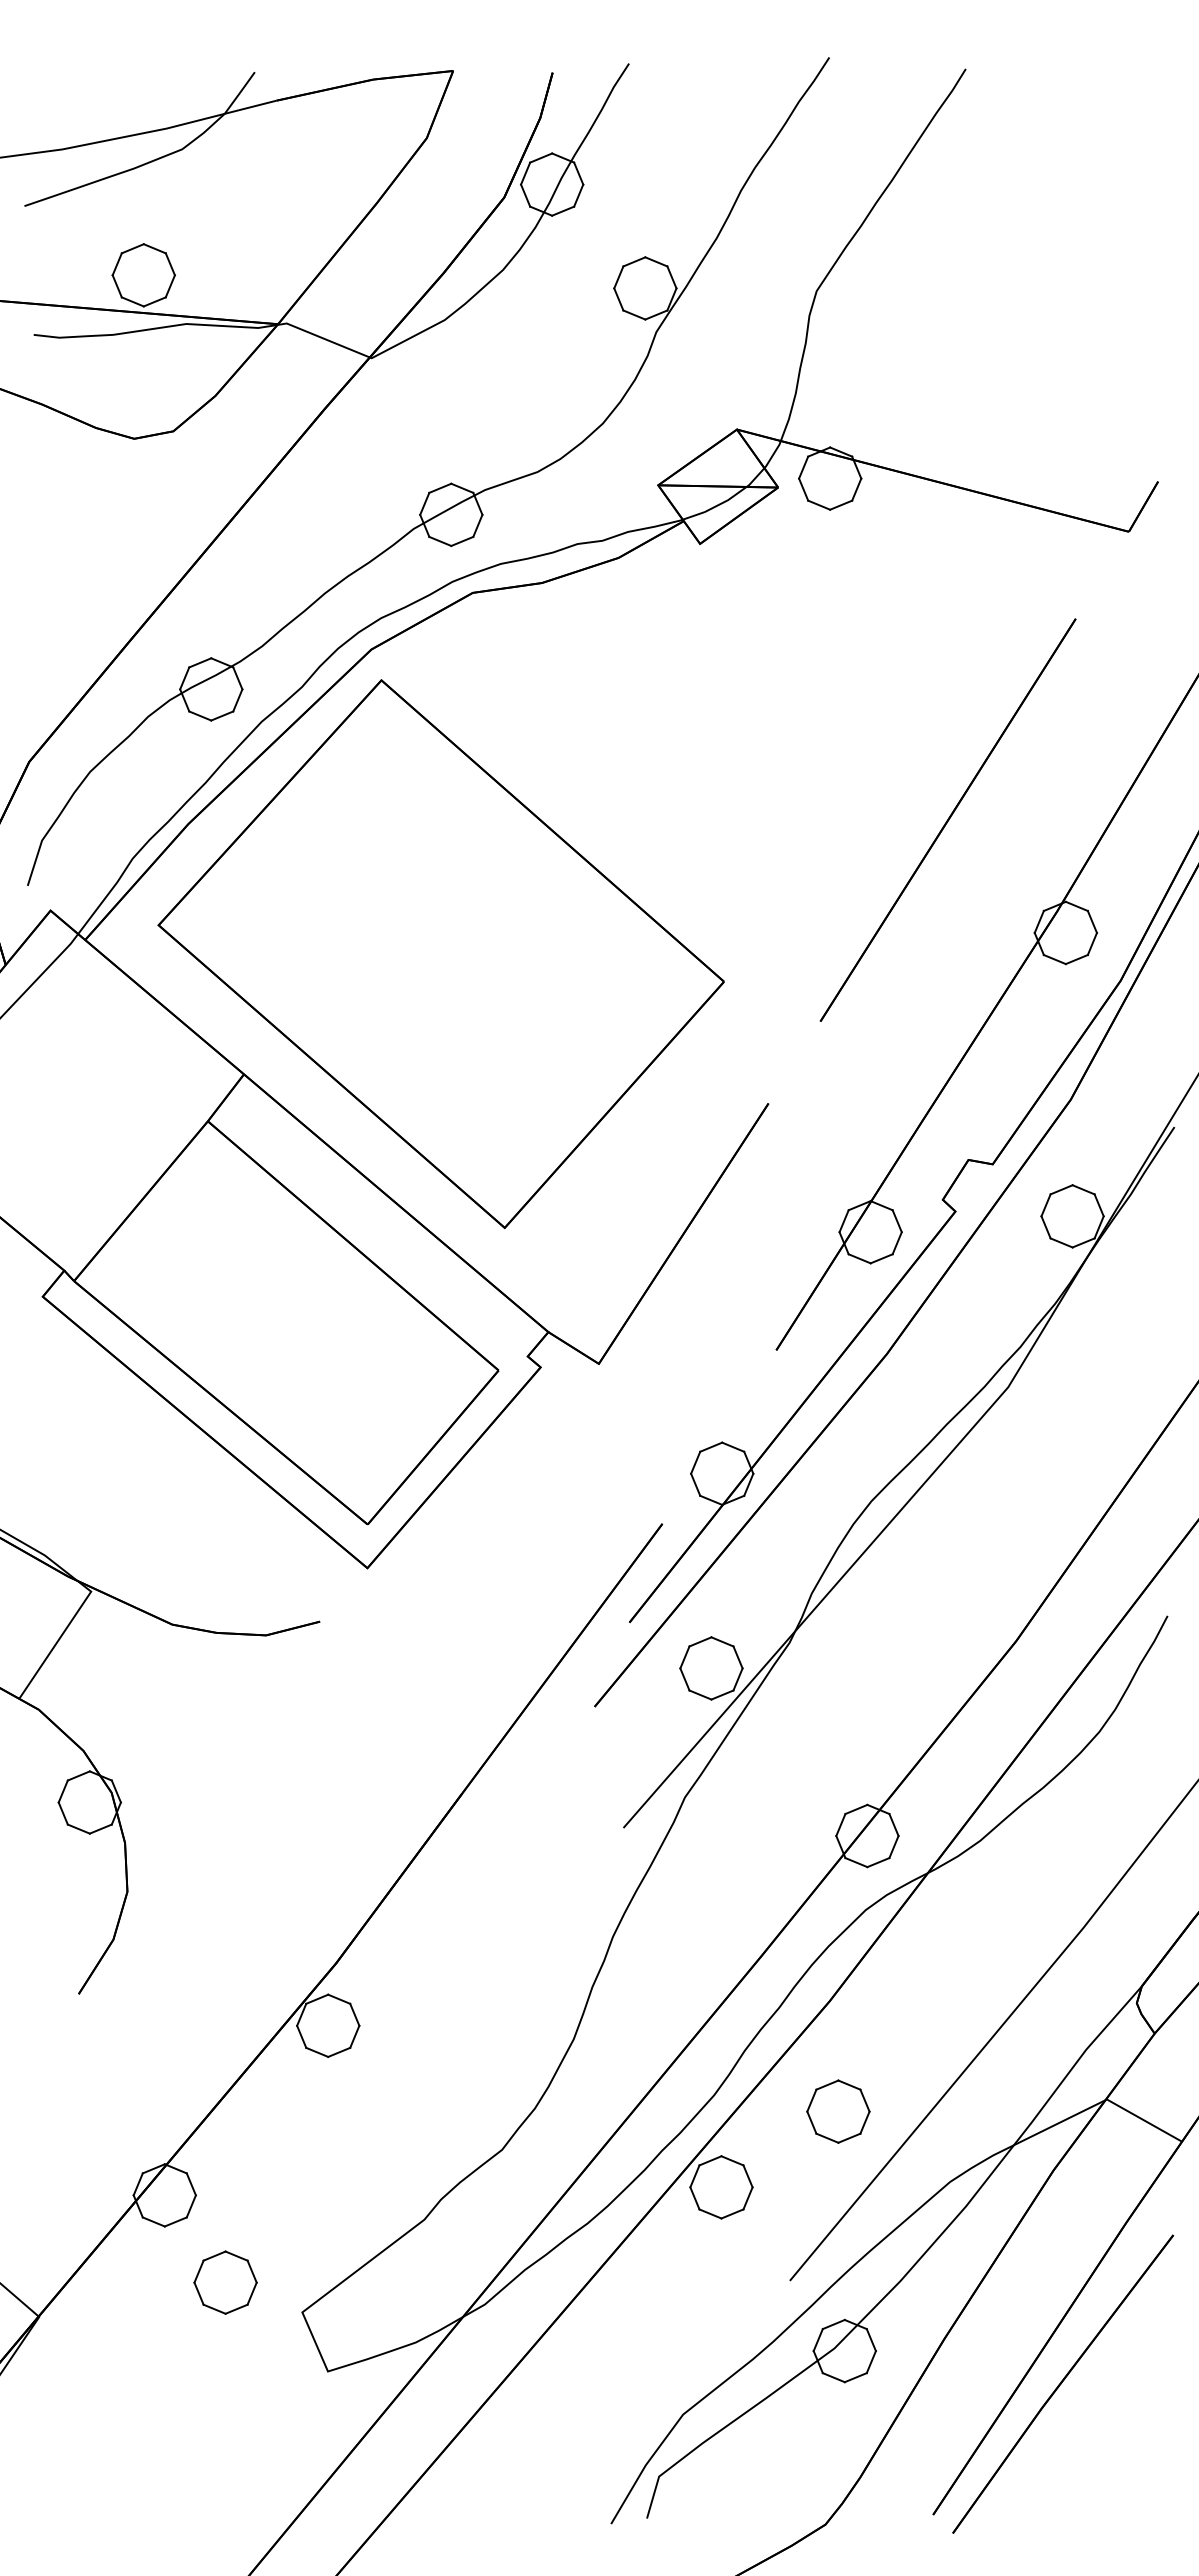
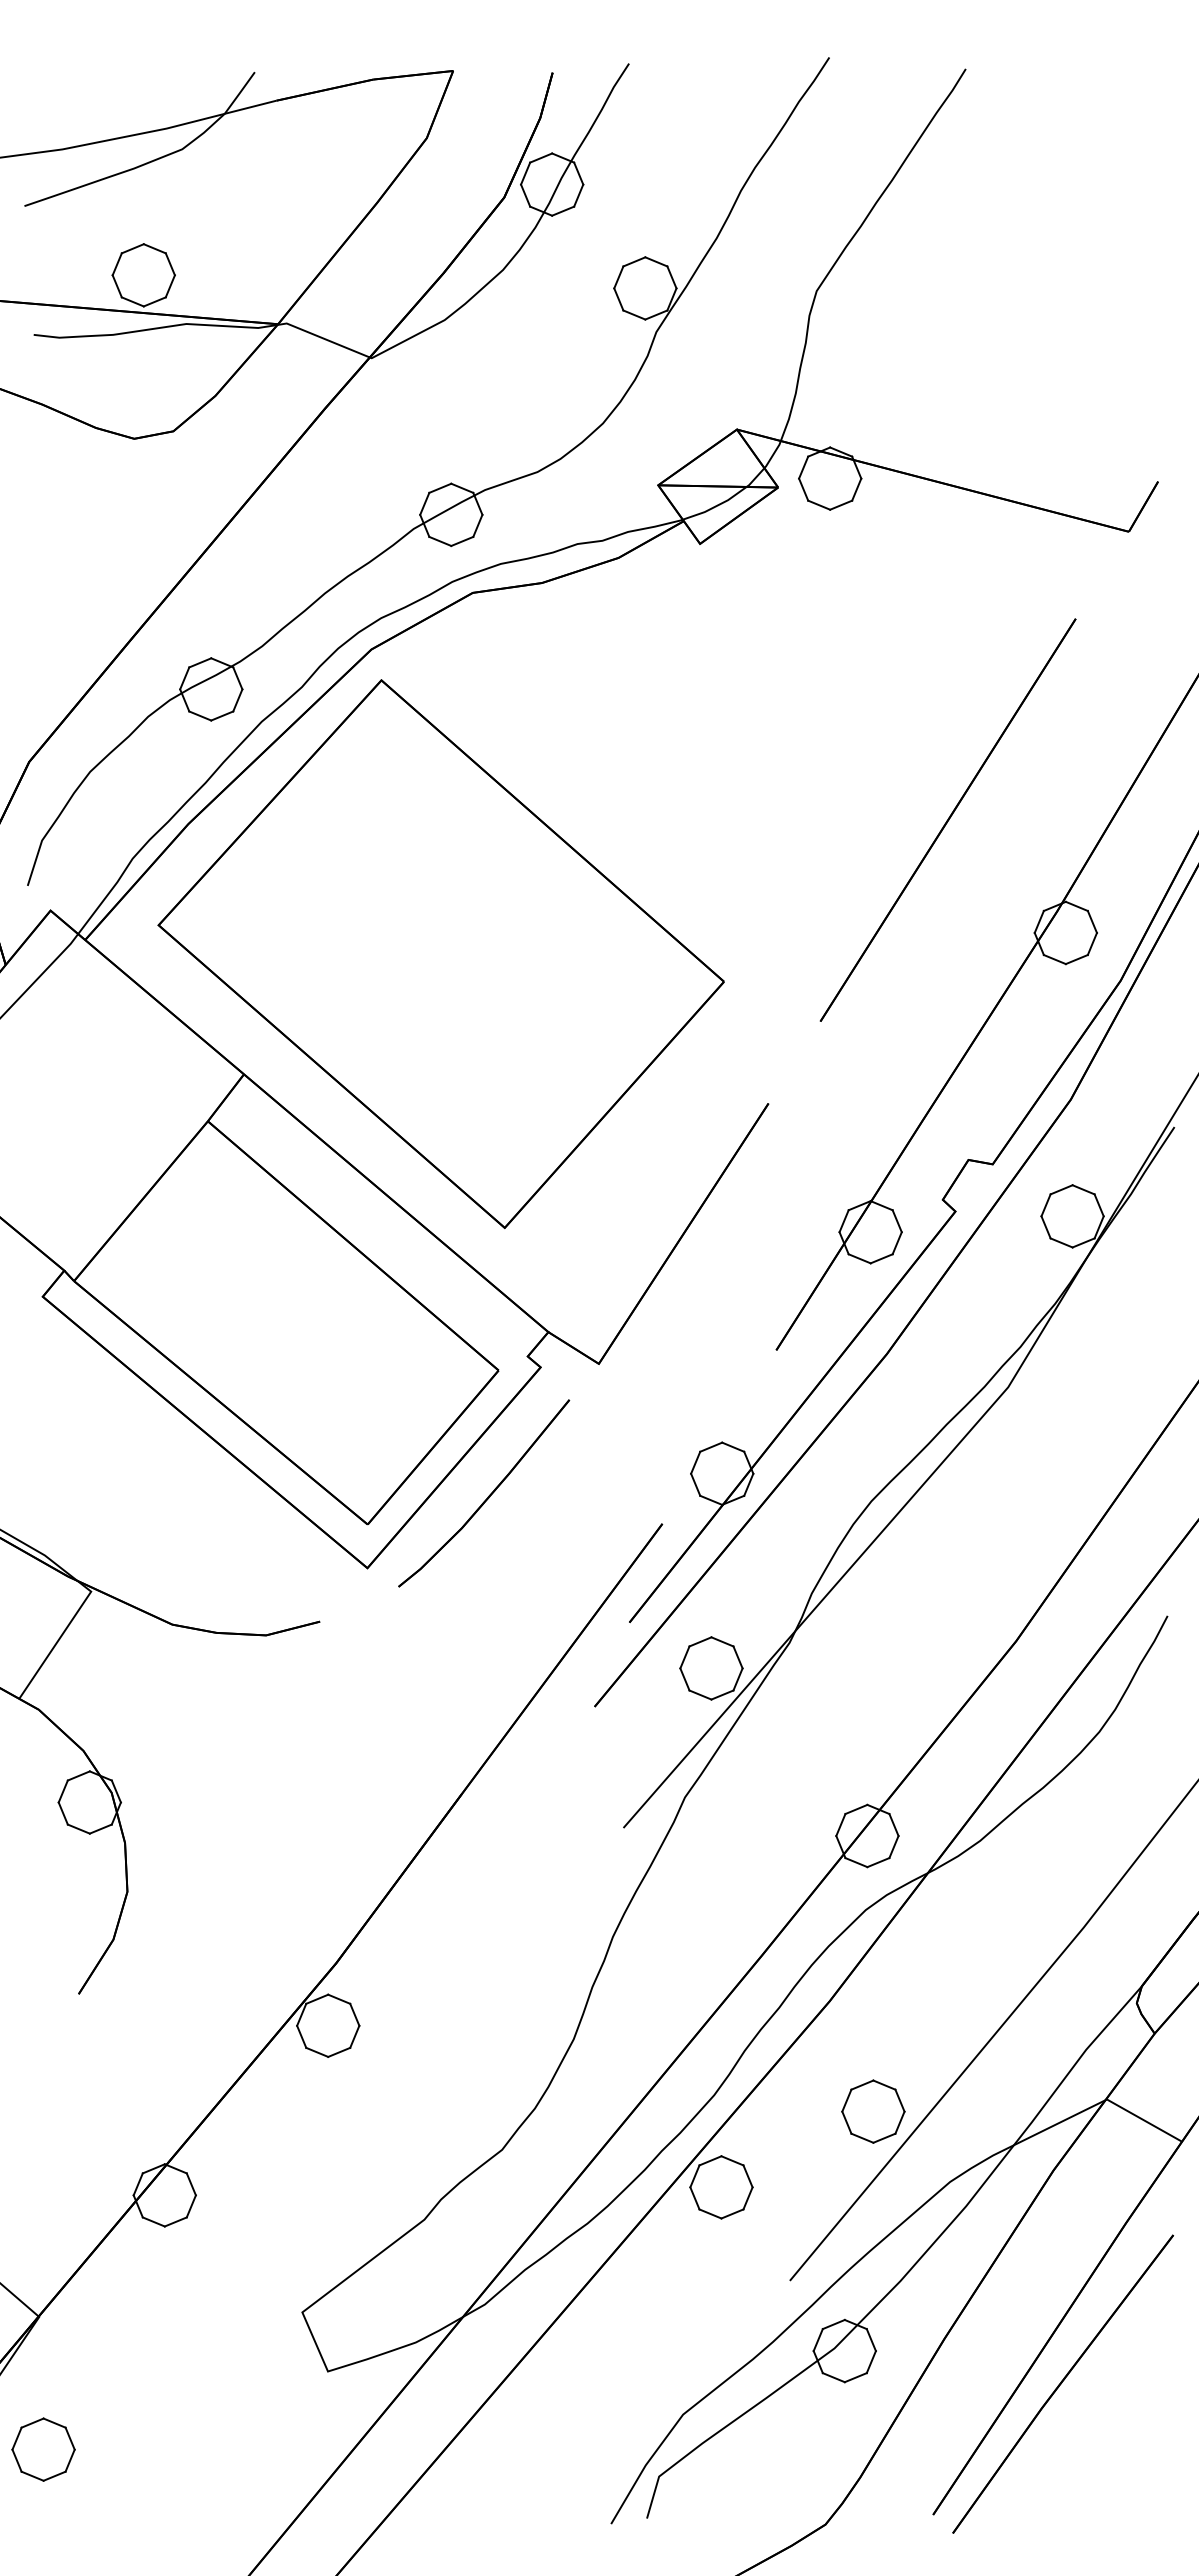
part at (484, 1493): none -> present
part at (838, 2111) position: (838, 2111) -> (873, 2111)
part at (225, 2282) position: (225, 2282) -> (43, 2449)
